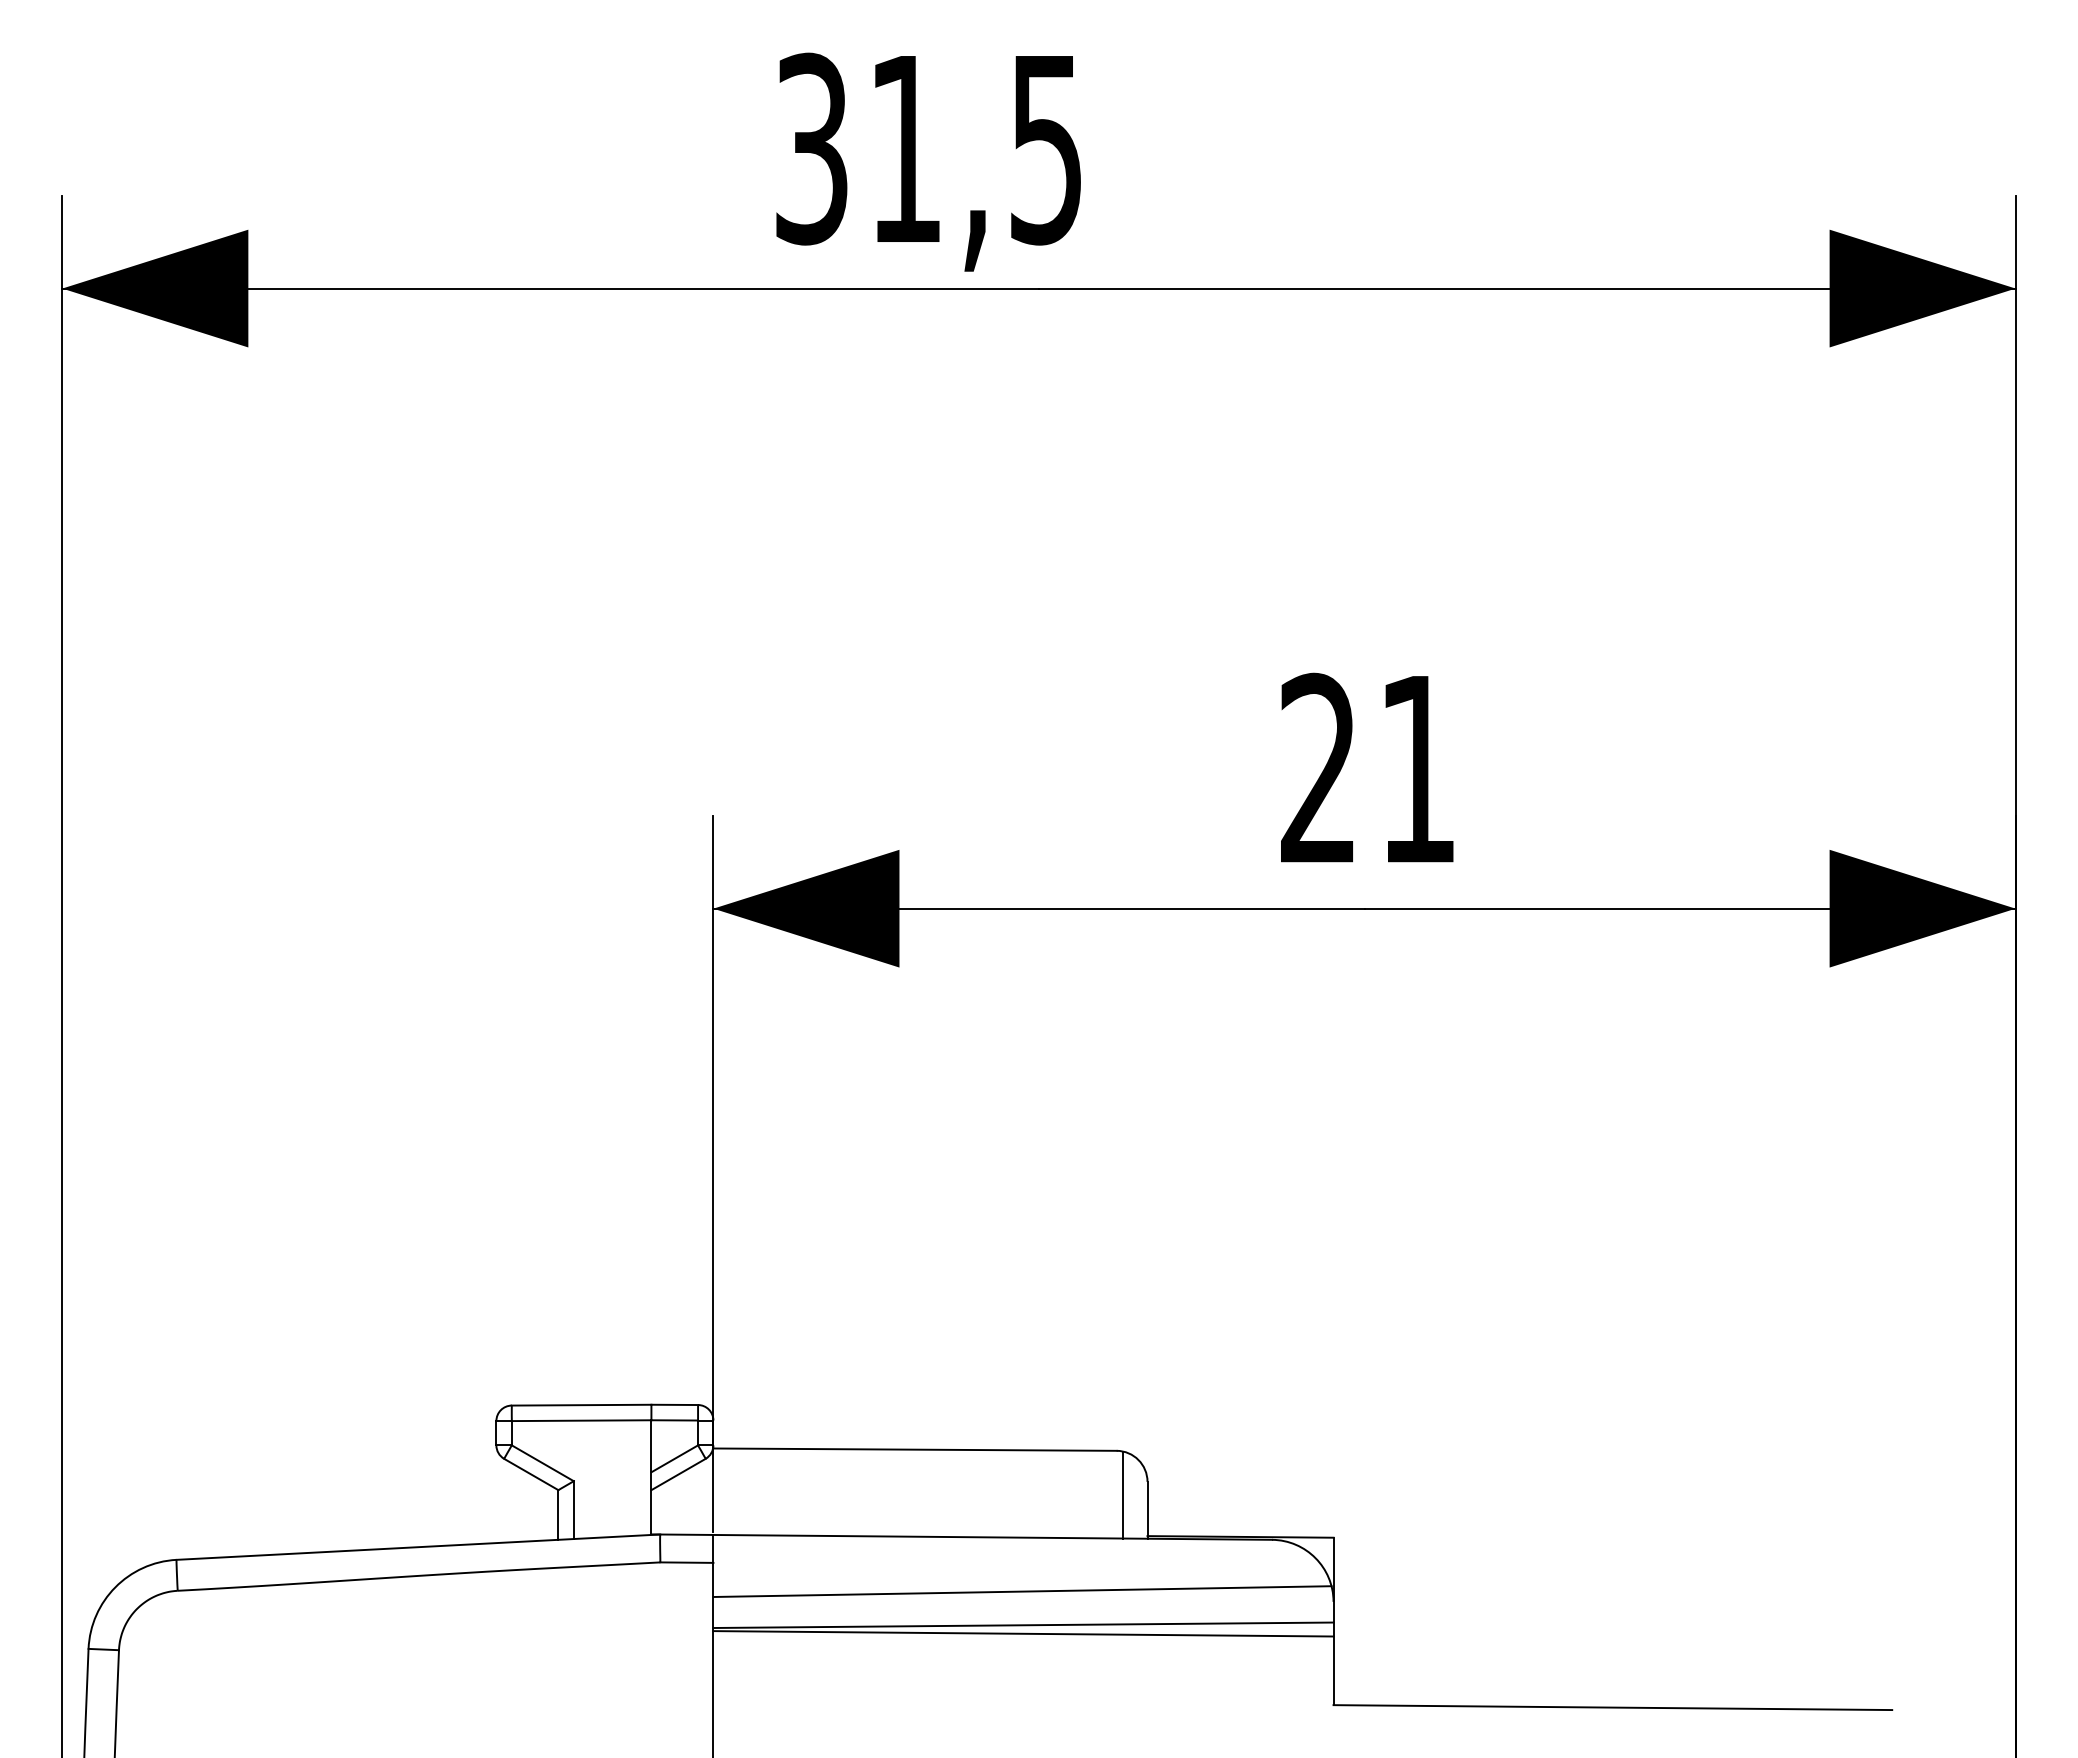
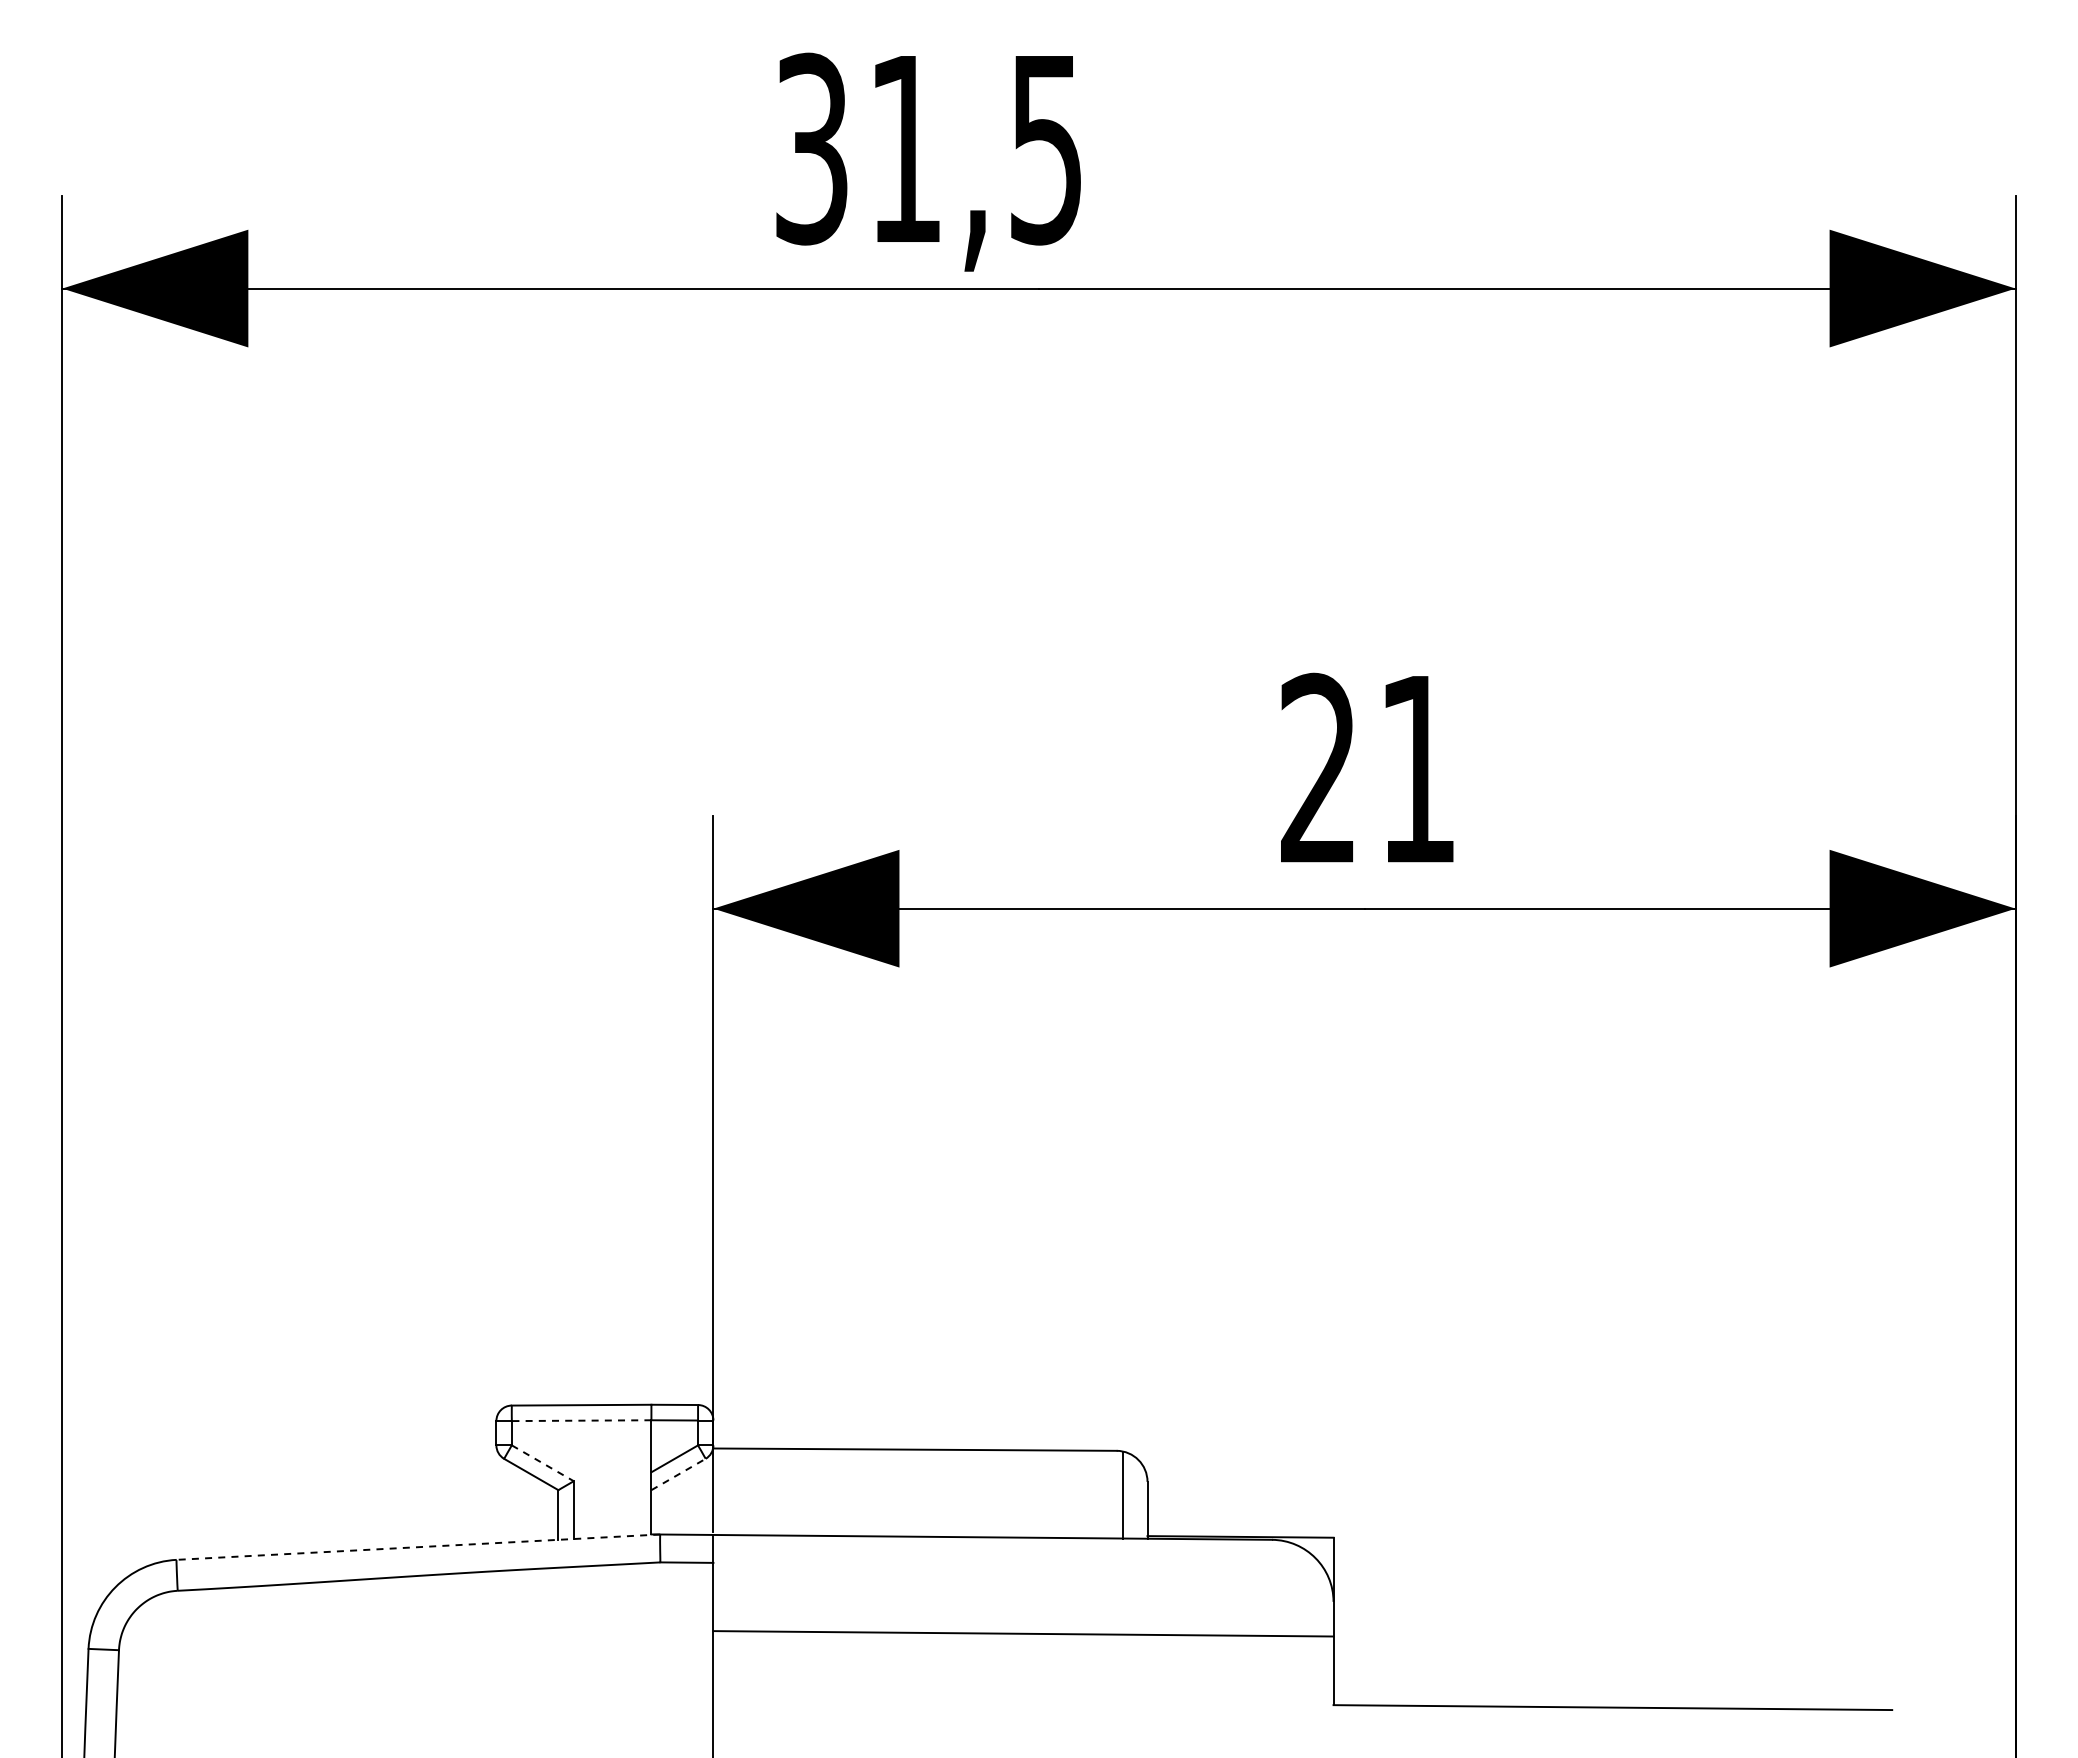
line at (581, 1420): solid -> dashed
line at (542, 1463): solid -> dashed
line at (678, 1474): solid -> dashed
line at (417, 1547): solid -> dashed
line at (1022, 1591): present -> none
line at (1023, 1625): present -> none
